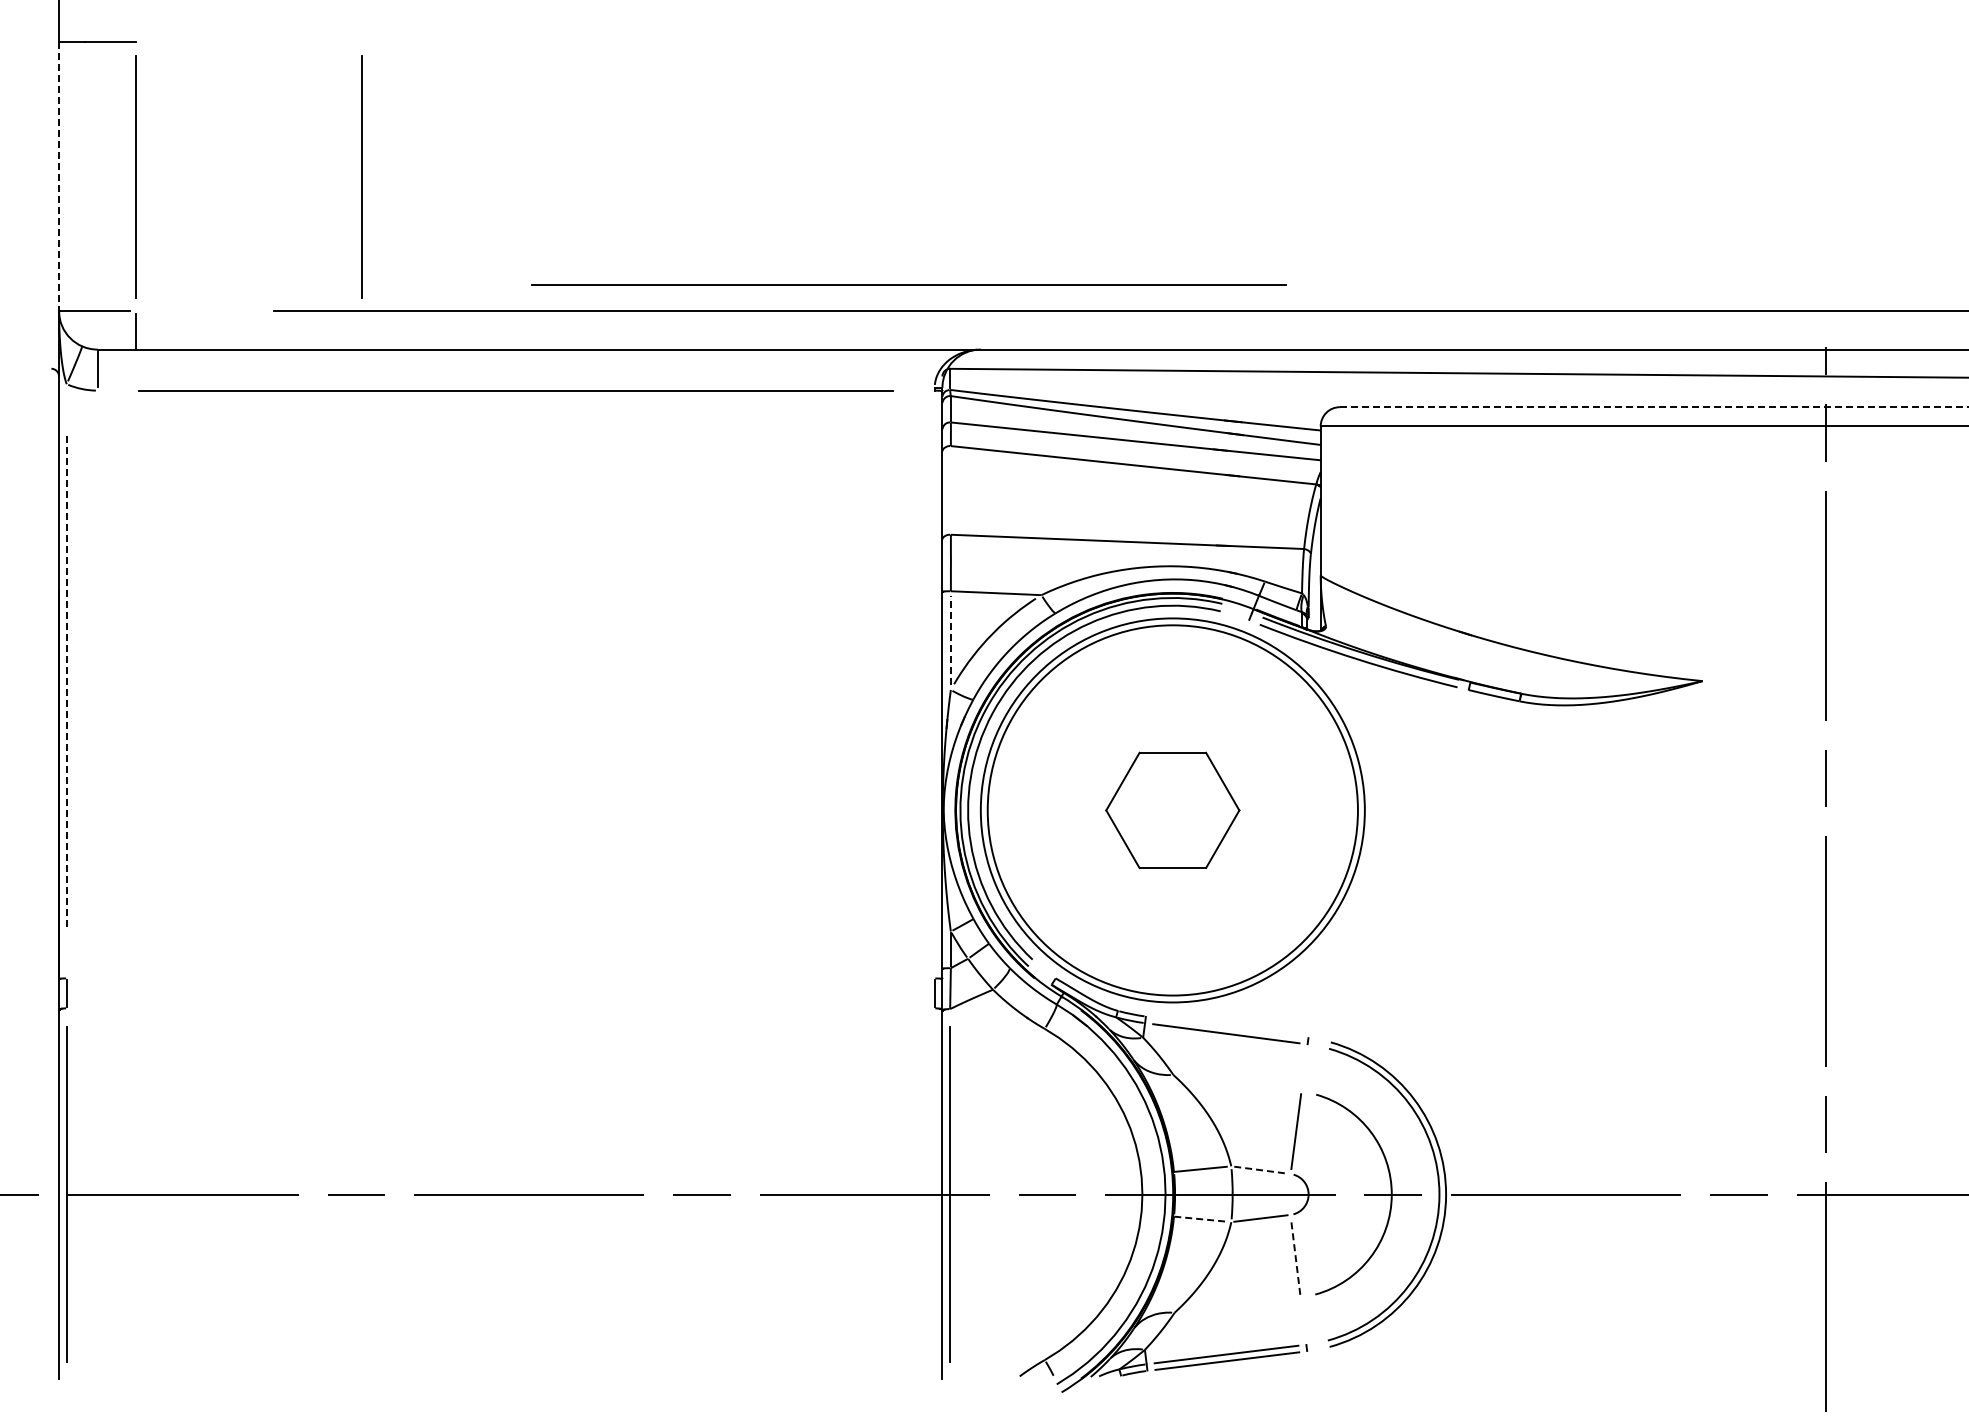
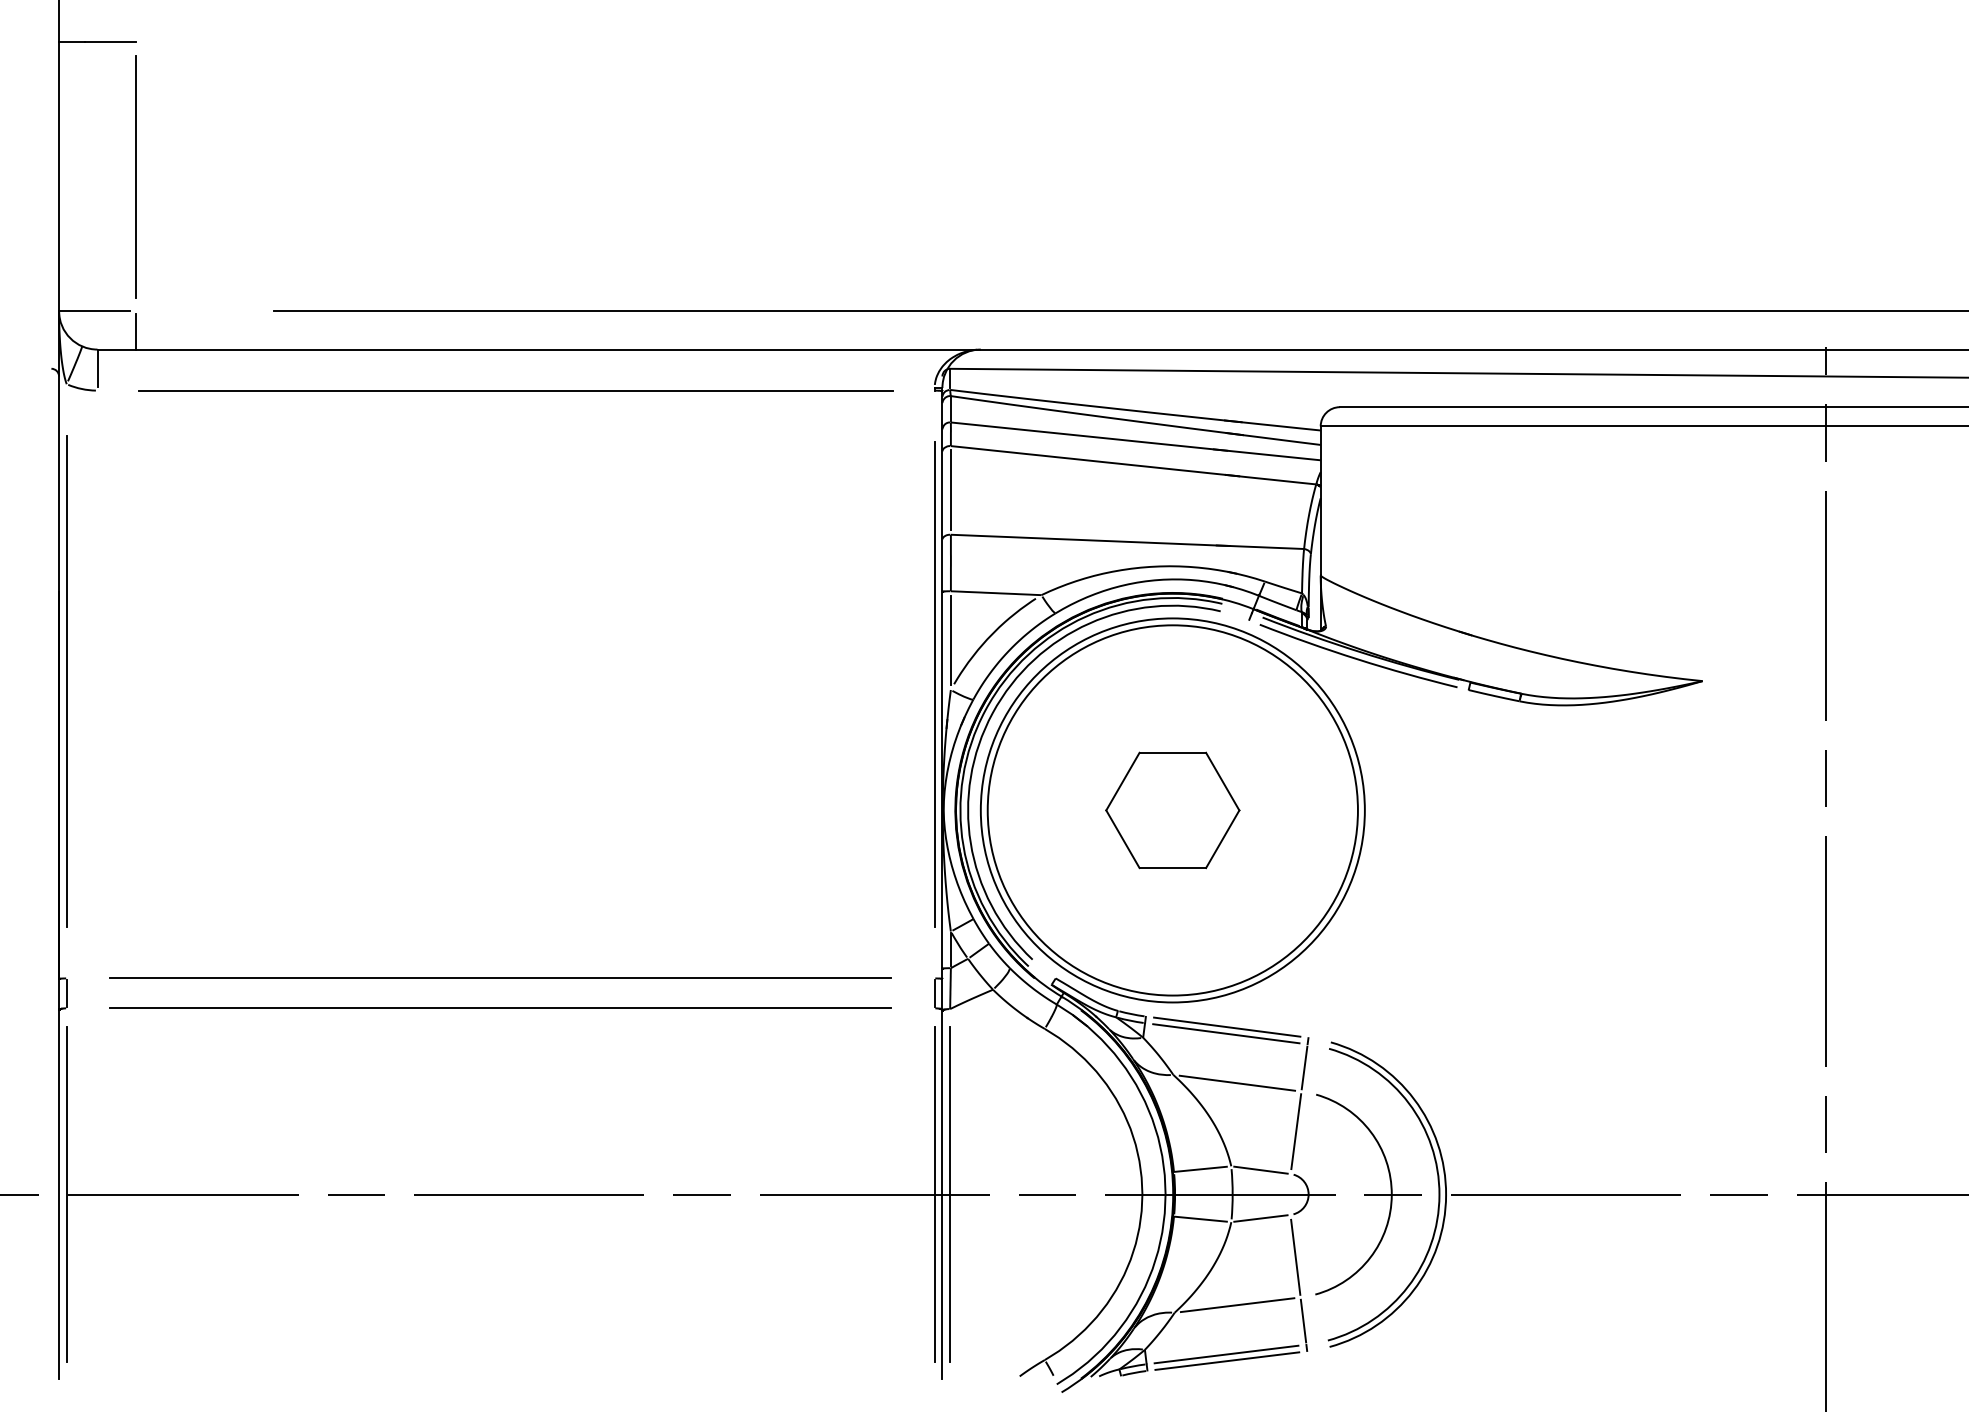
line at (361, 176): present -> none
line at (59, 177): dashed -> solid
line at (908, 284): present -> none
line at (1654, 407): dashed -> solid
line at (950, 490): none -> present
line at (950, 640): dashed -> solid
line at (66, 680): dashed -> solid
line at (934, 684): none -> present
line at (500, 978): none -> present
line at (500, 1008): none -> present
line at (1227, 1026): none -> present
line at (1304, 1067): none -> present
line at (1237, 1082): none -> present
line at (1260, 1170): dashed -> solid
line at (934, 1194): none -> present
line at (1201, 1219): dashed -> solid
line at (1295, 1257): dashed -> solid
line at (1237, 1305): none -> present
line at (1303, 1320): none -> present
